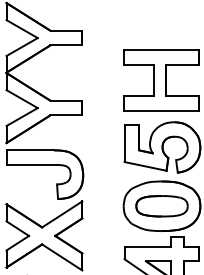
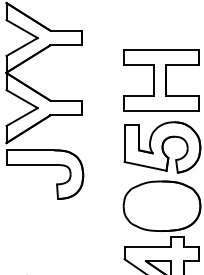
part at (161, 206): present -> none
part at (44, 235): present -> none
